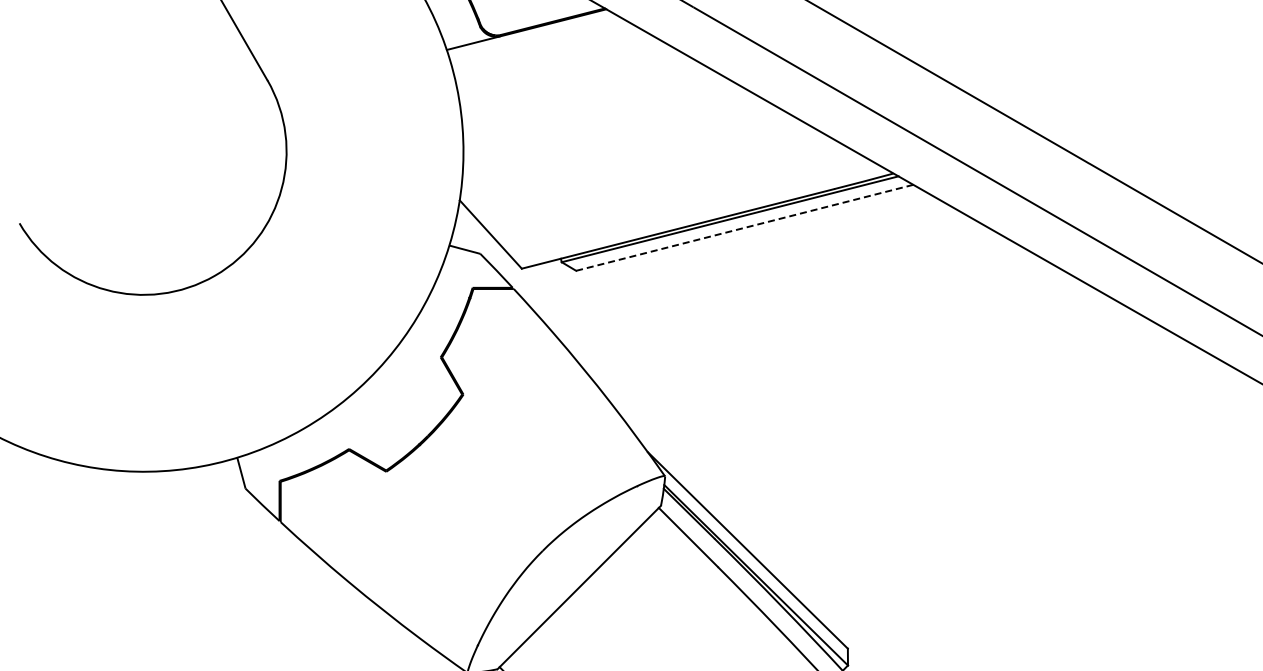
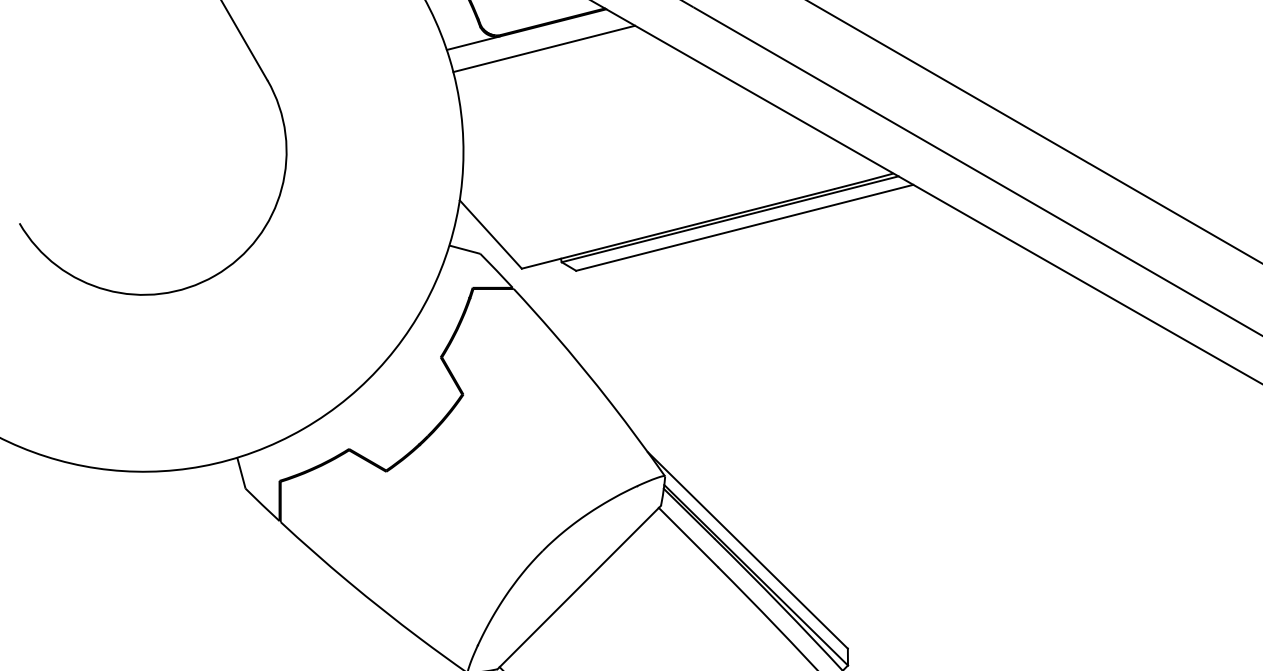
line at (544, 48): none -> present
line at (744, 227): dashed -> solid
